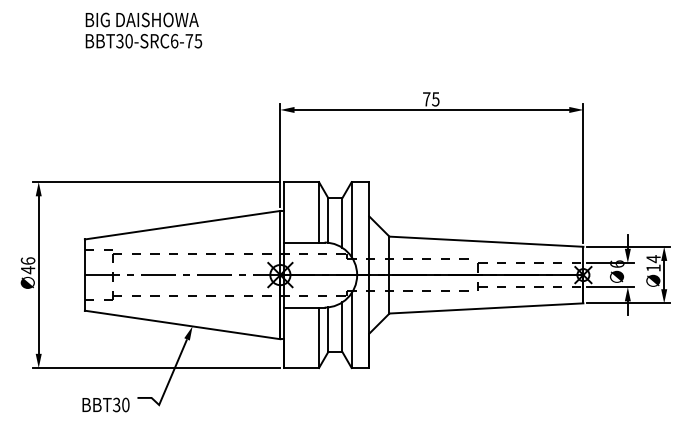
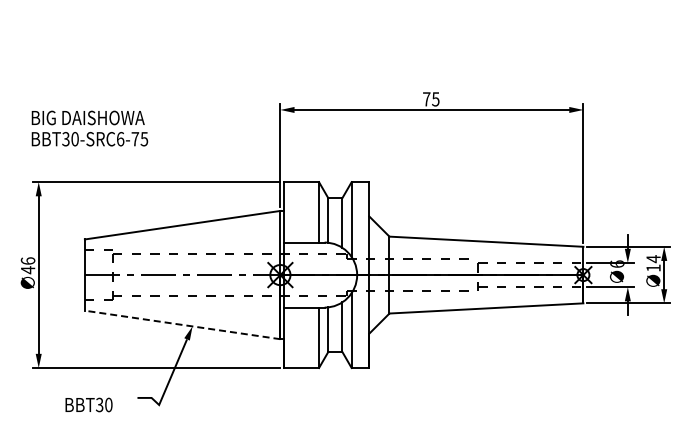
text at (143, 30) position: (143, 30) -> (89, 128)
line at (182, 324): solid -> dashed
text at (105, 404) position: (105, 404) -> (88, 404)
